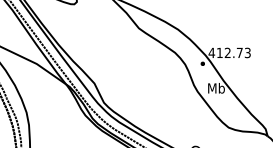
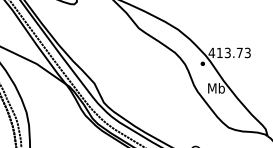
text at (227, 53): 412.73 -> 413.73
